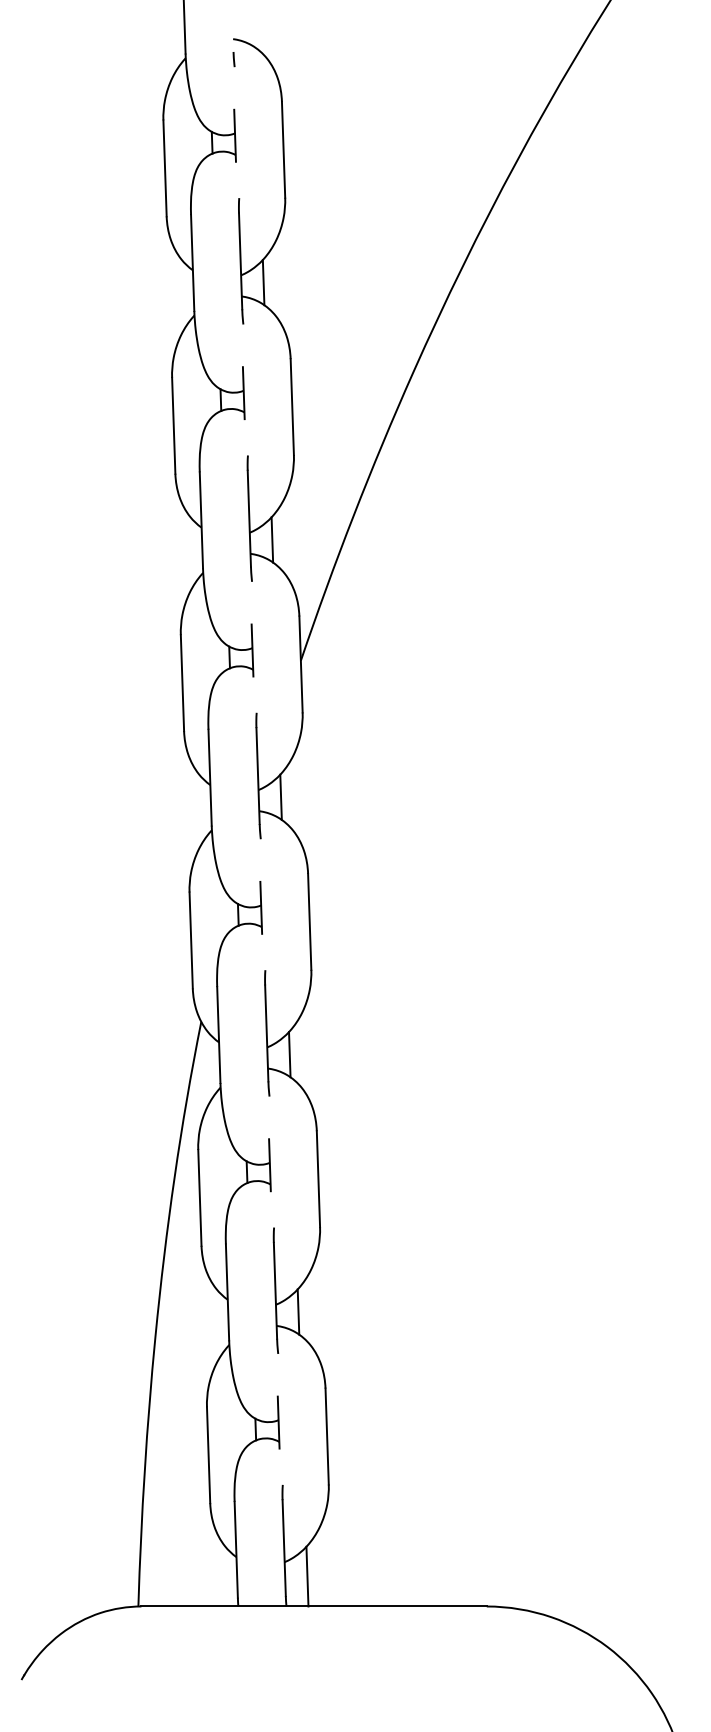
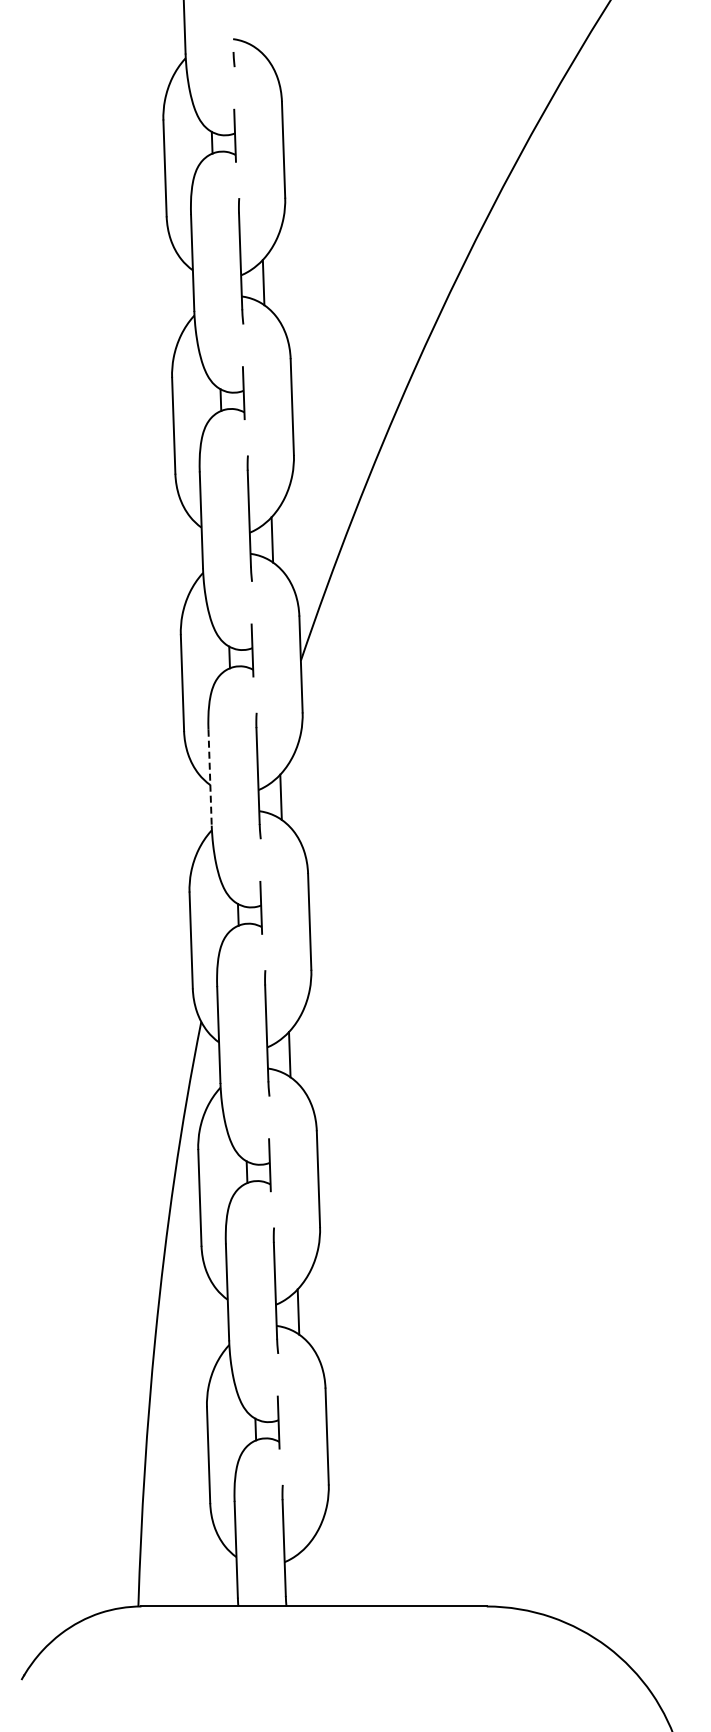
line at (210, 777): solid -> dashed
line at (307, 1576): present -> none
